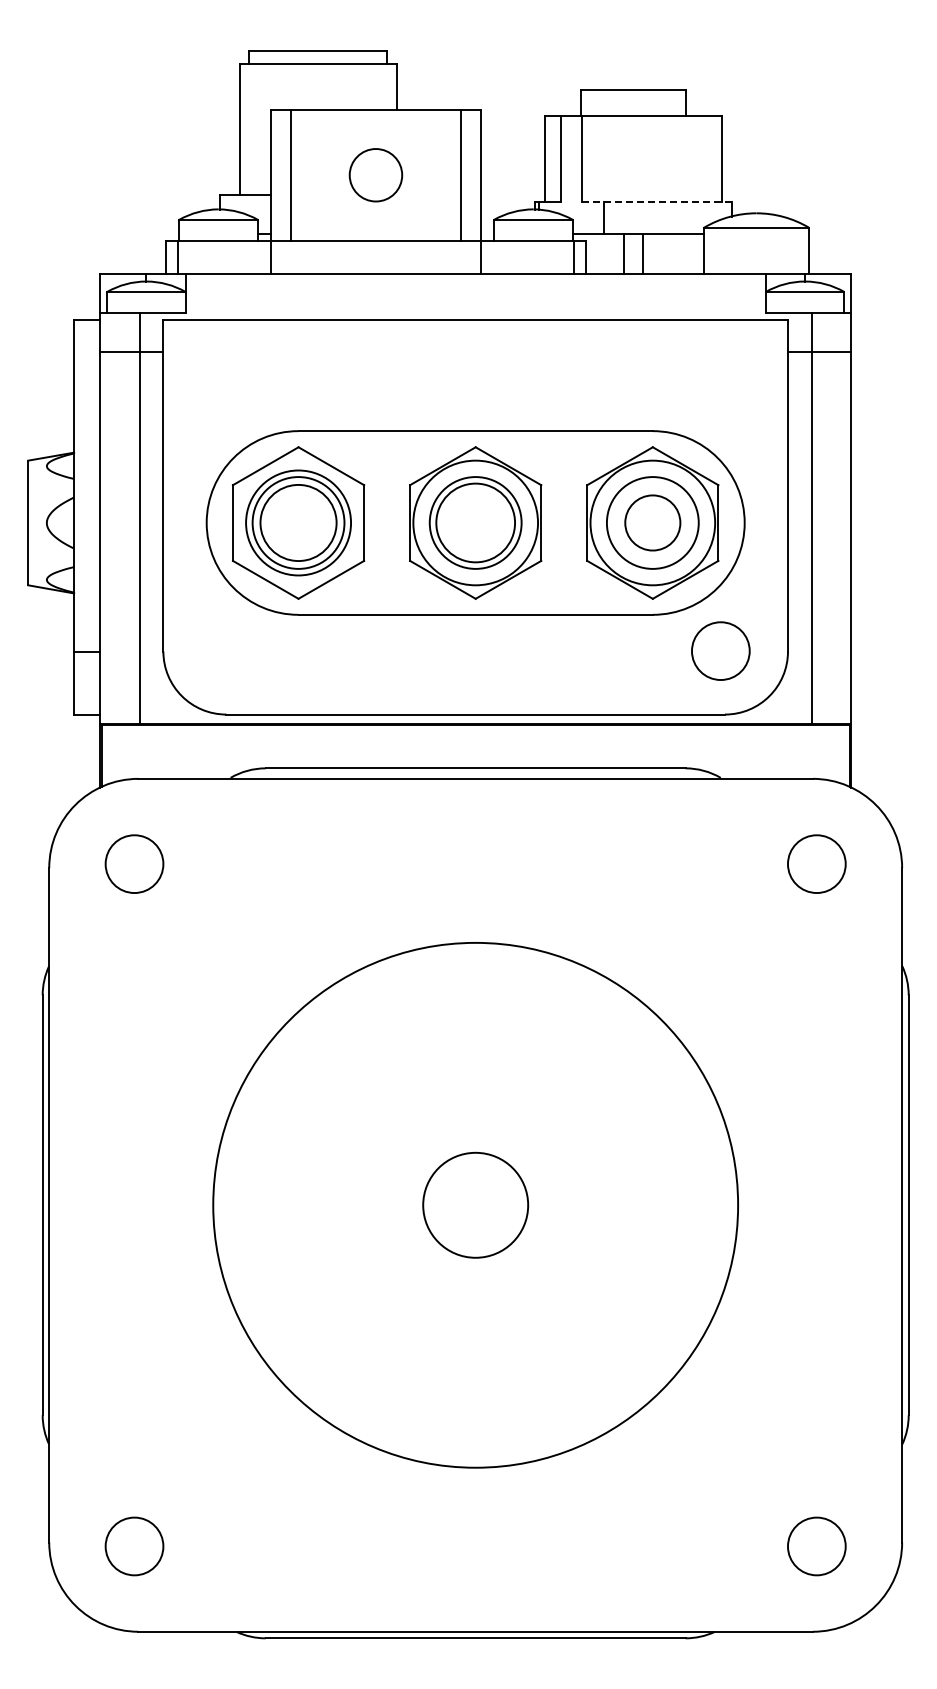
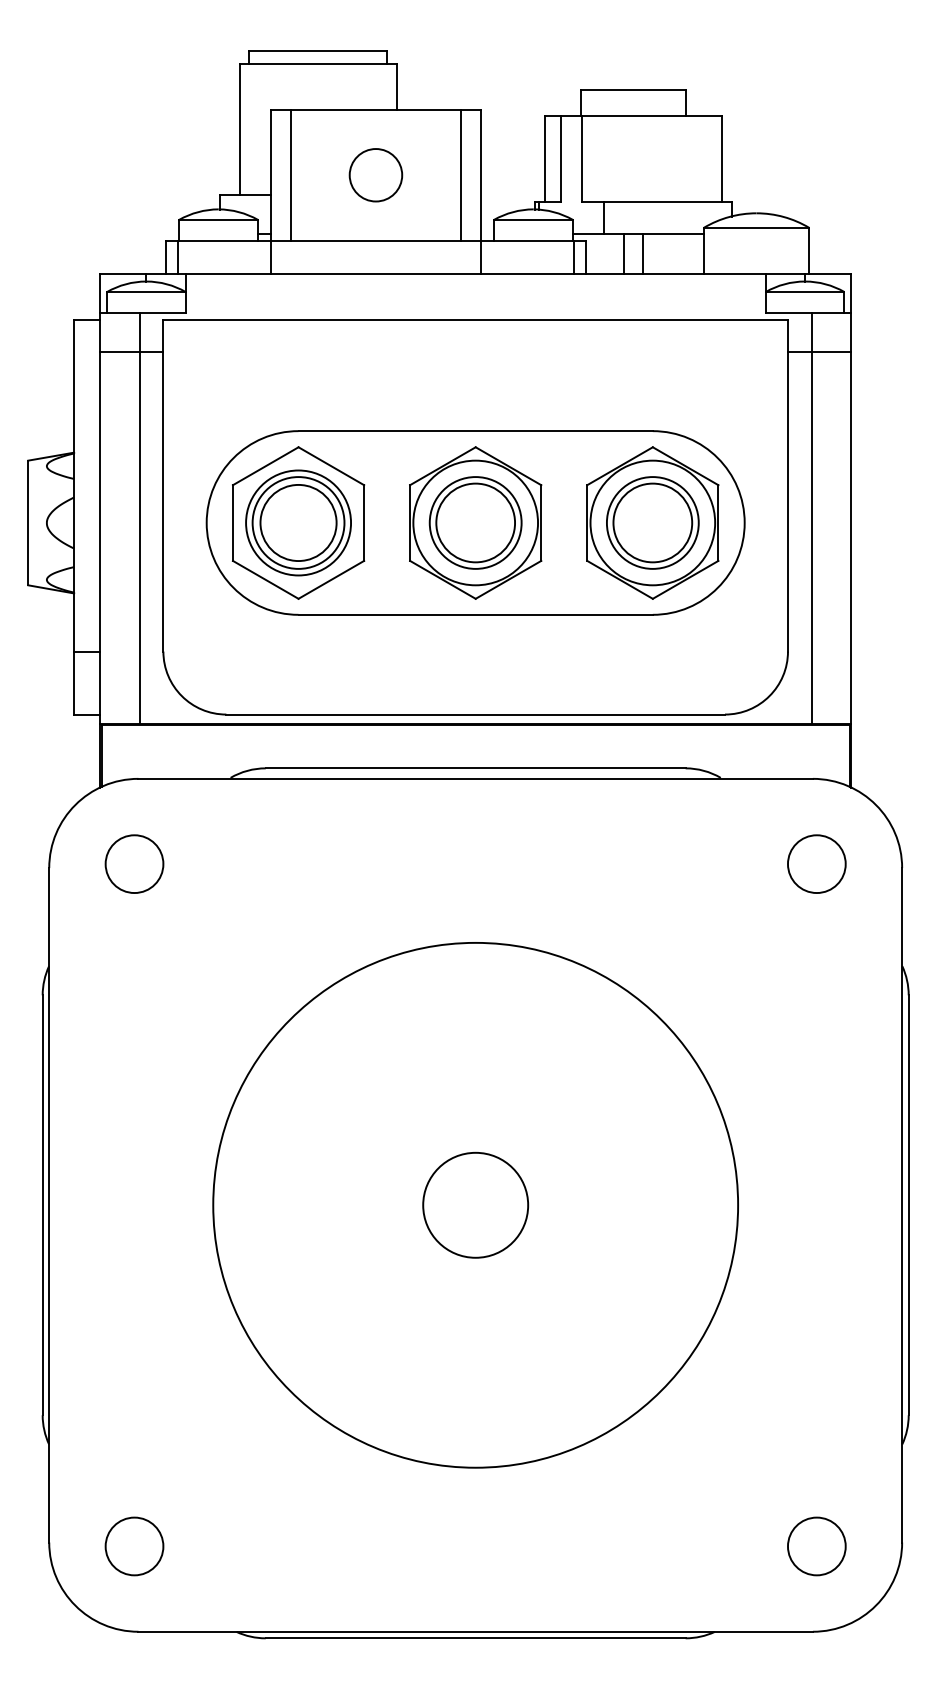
line at (656, 201): dashed -> solid
circle at (652, 522) diameter: 55 px -> 79 px
circle at (720, 650): present -> none
